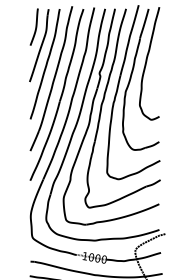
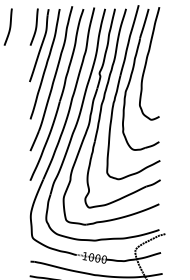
curve at (9, 26): none -> present
